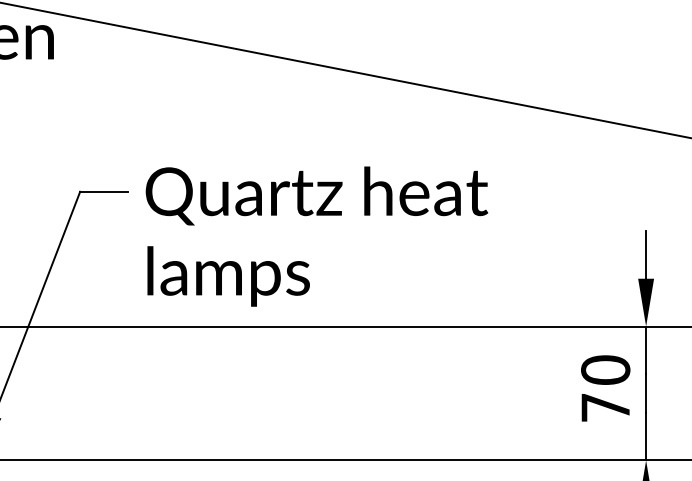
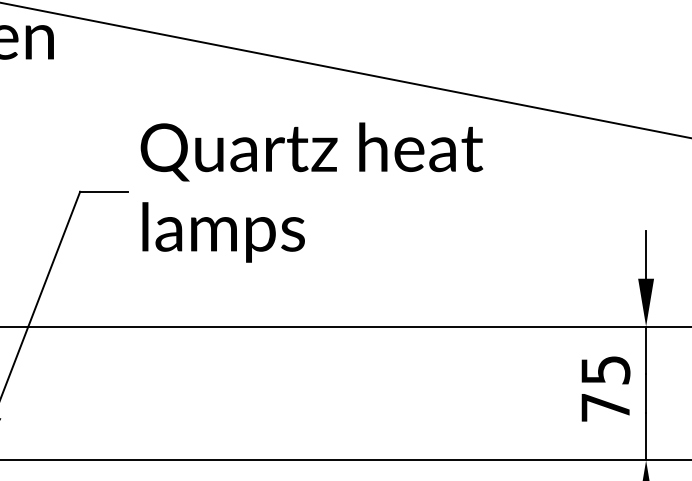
text at (316, 236) position: (316, 236) -> (311, 192)
text at (605, 369): 70 -> 75
